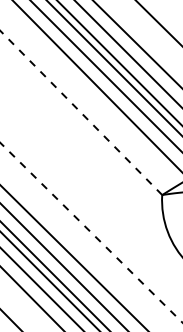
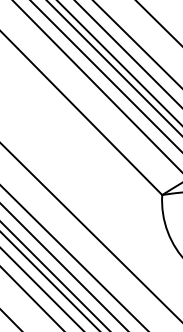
line at (80, 112): dashed -> solid
line at (91, 232): dashed -> solid
